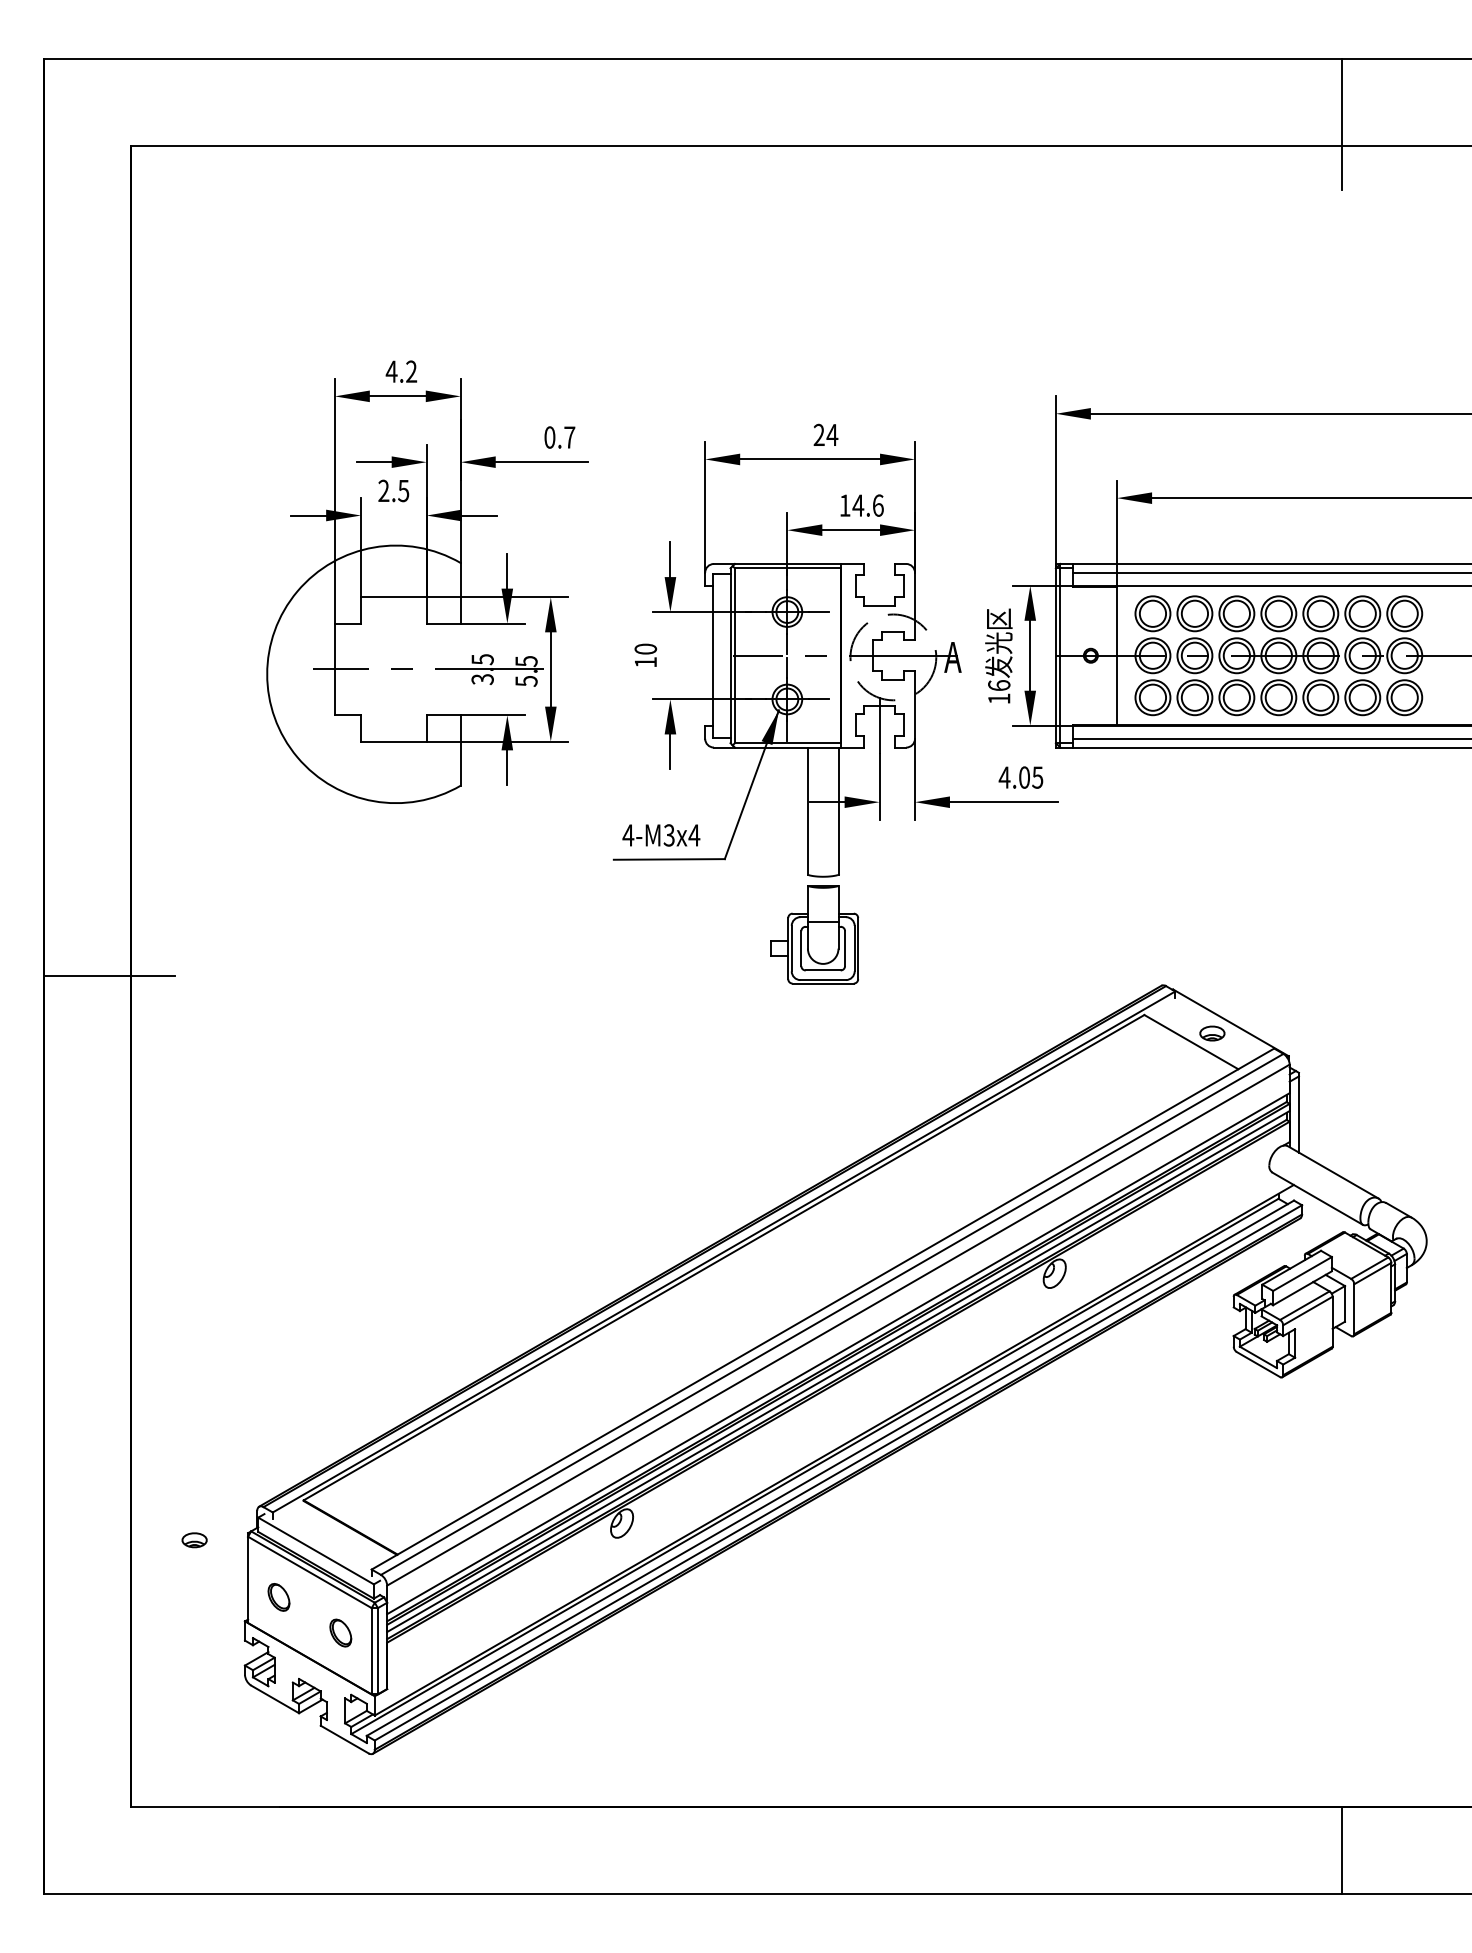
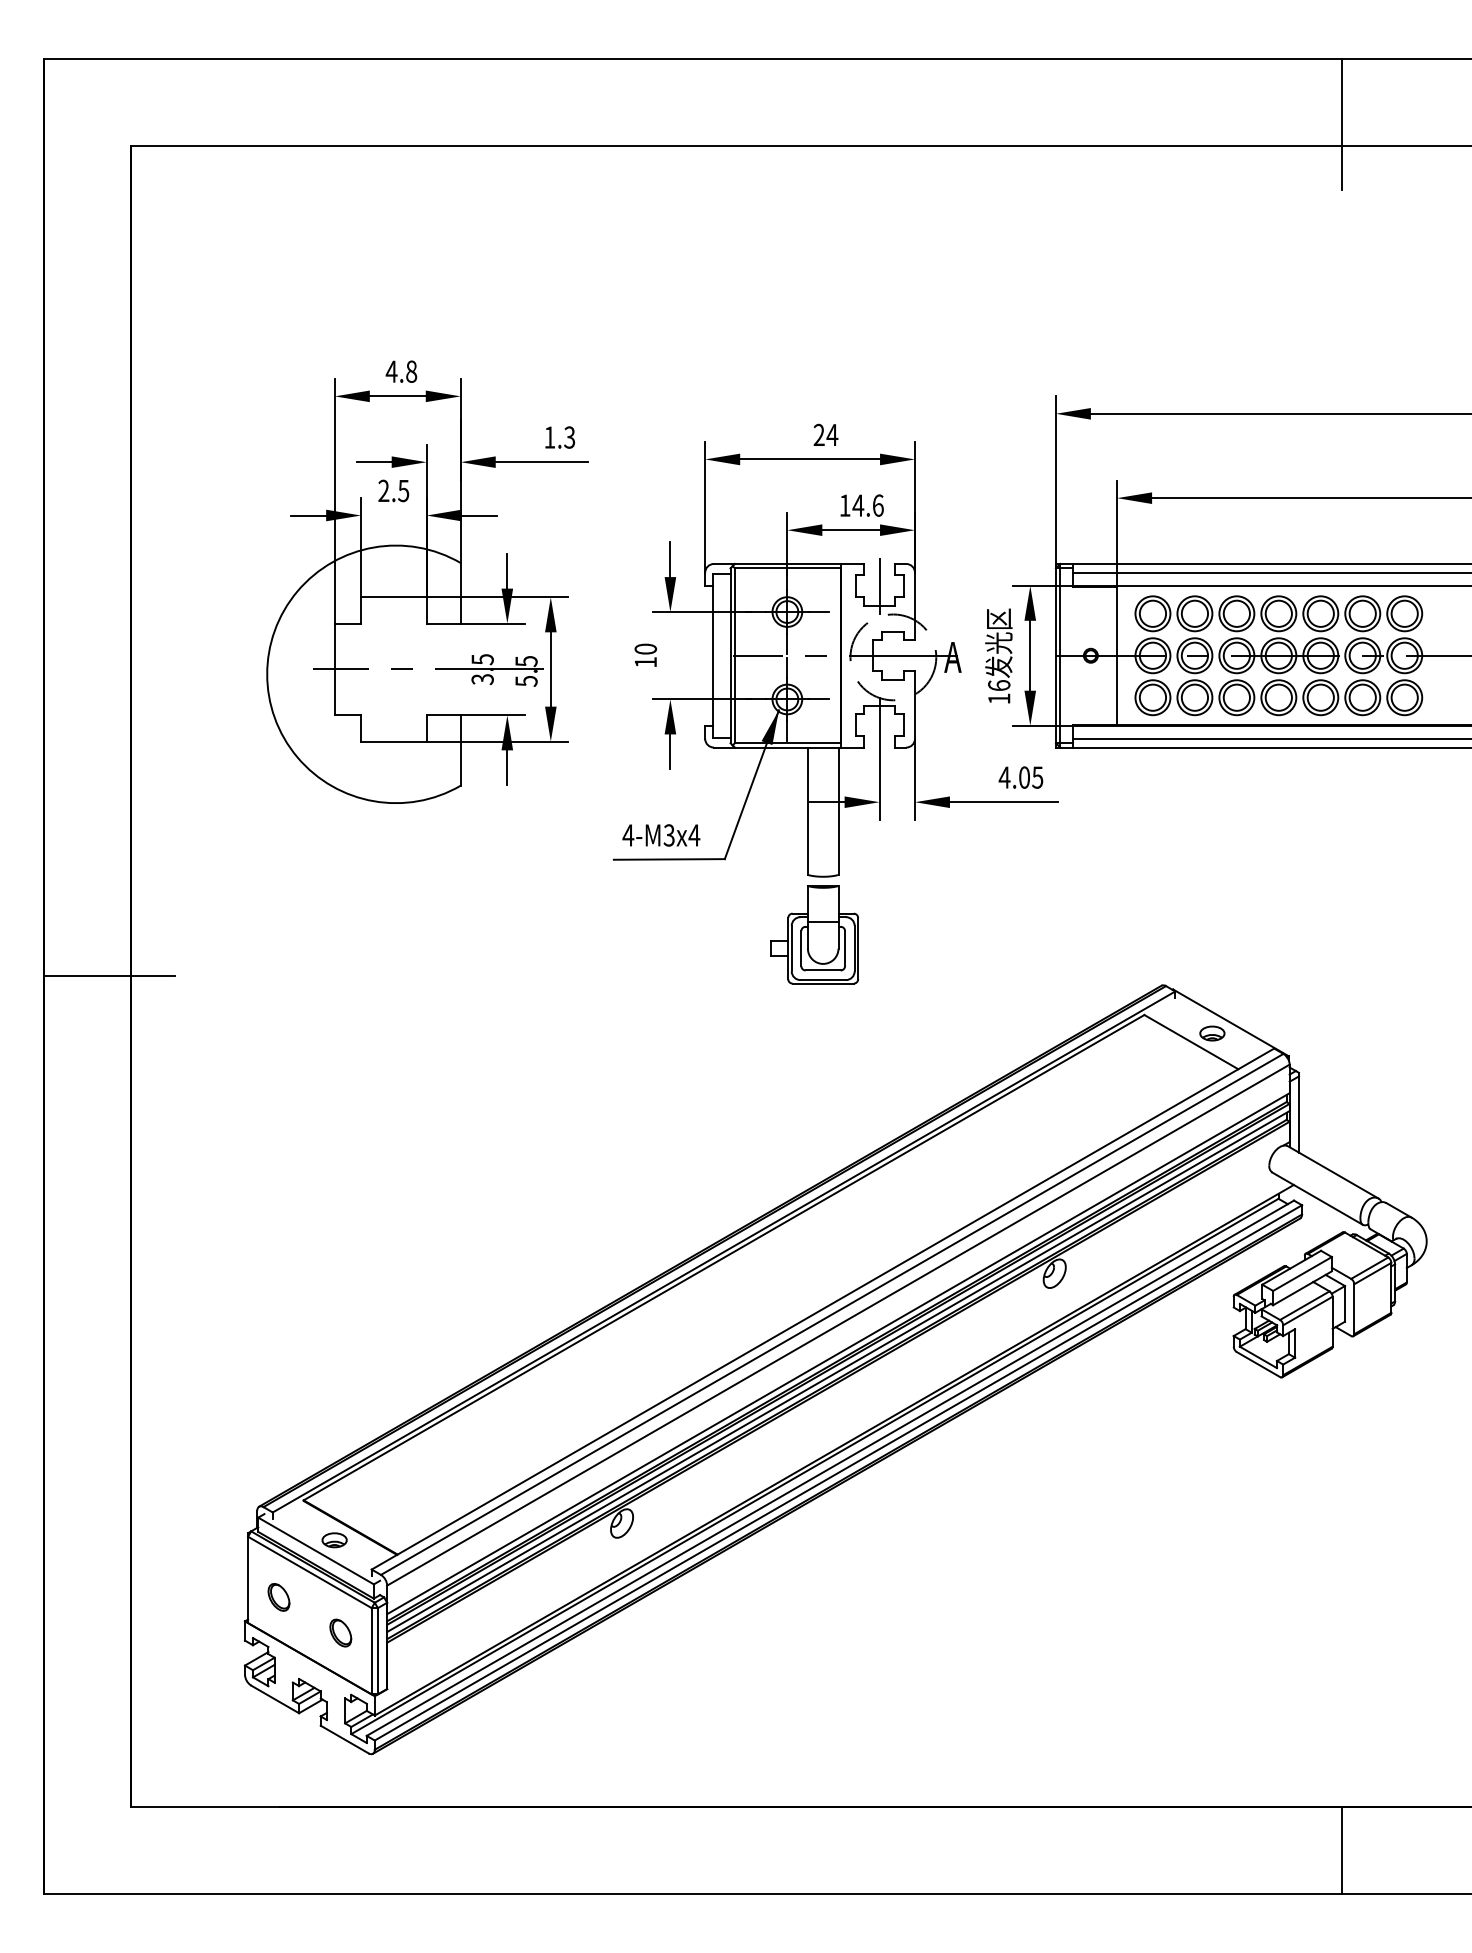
text at (411, 371): 4.2 -> 4.8
text at (559, 437): 0.7 -> 1.3
line at (879, 585): none -> present
part at (194, 1540) position: (194, 1540) -> (334, 1540)
